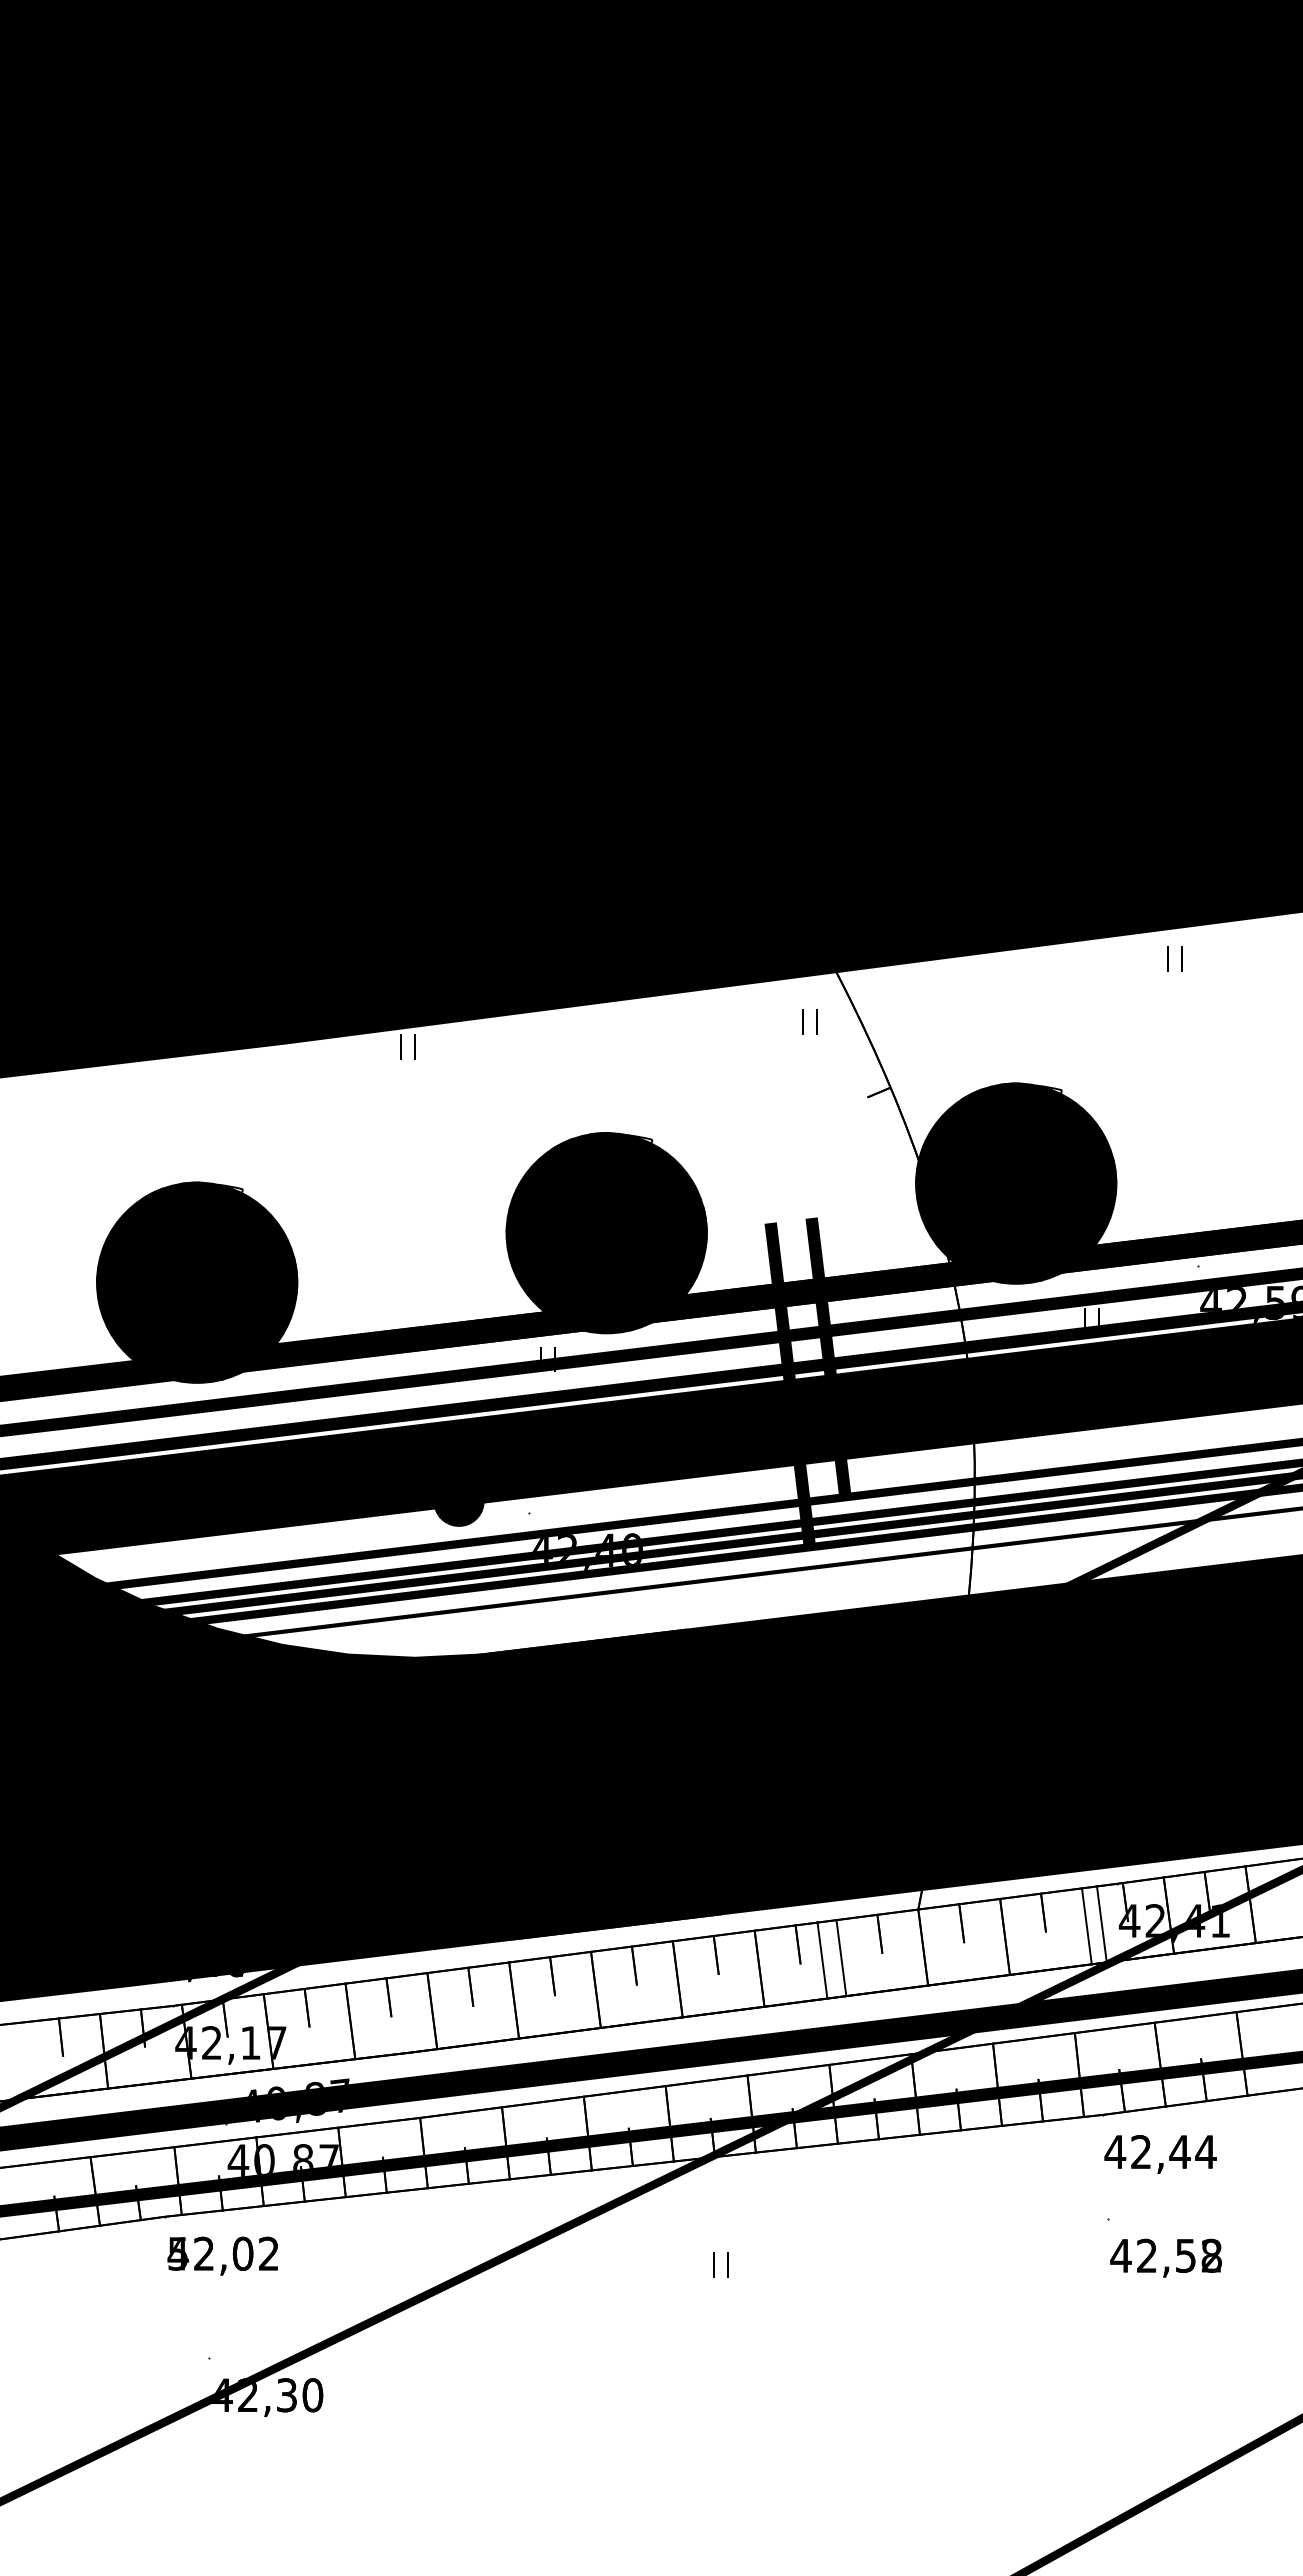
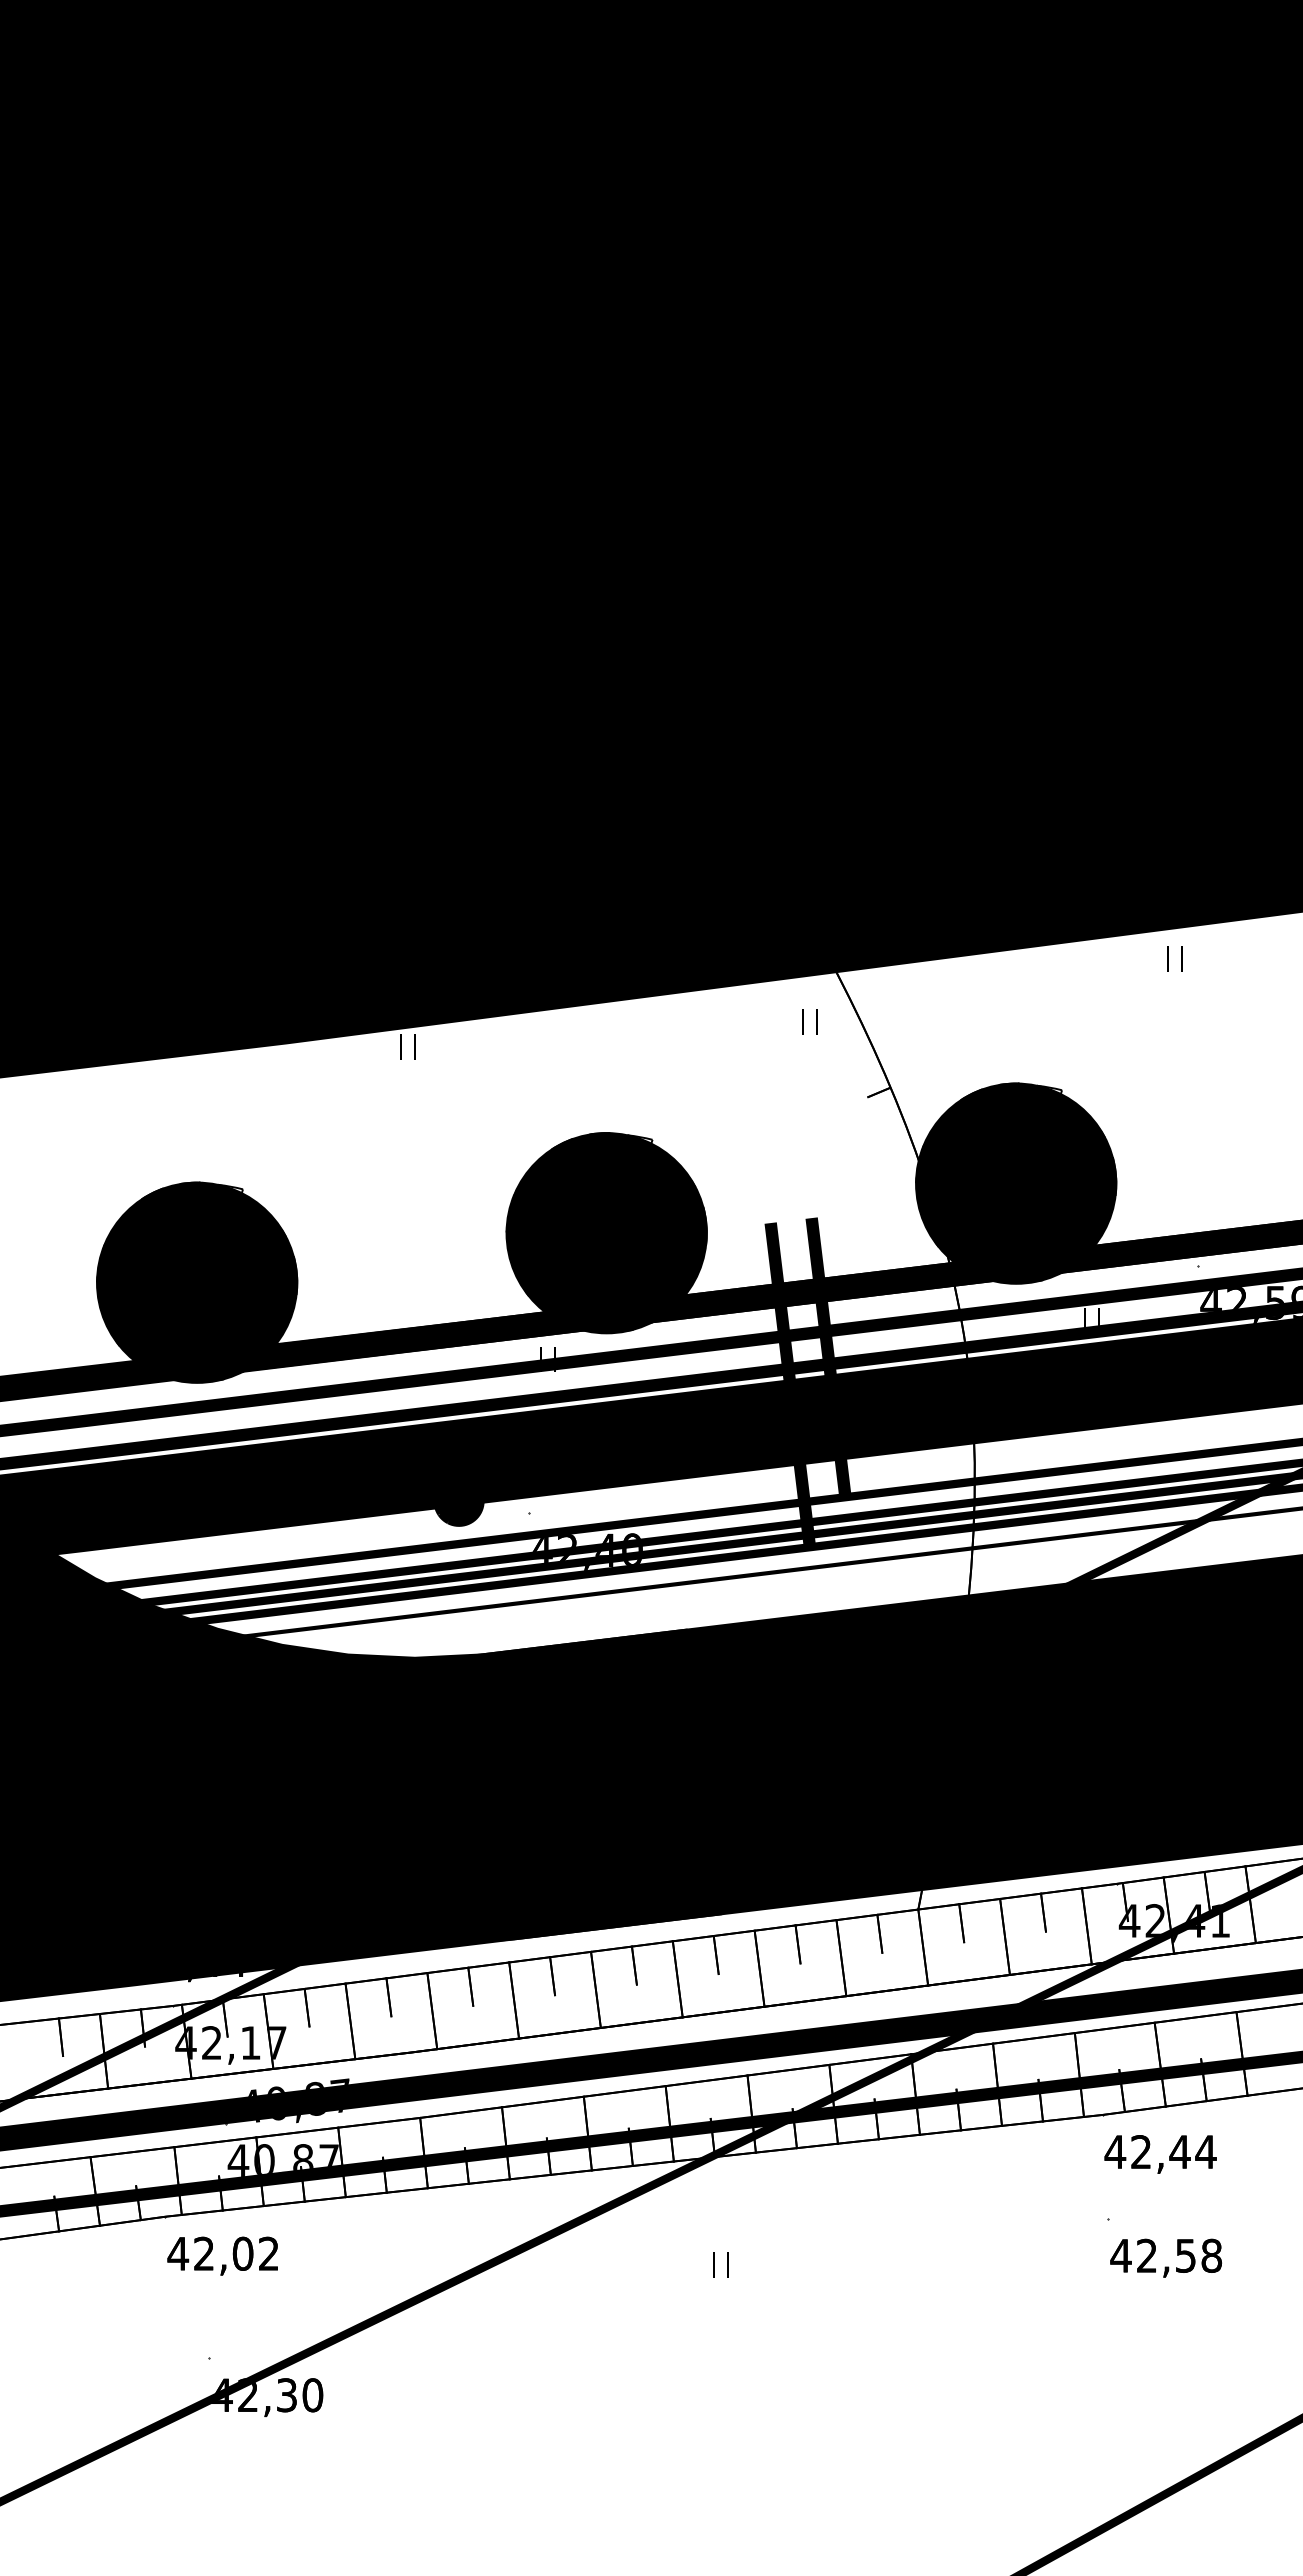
line at (1101, 1924) position: (1101, 1924) -> (1086, 1926)
line at (822, 1960) position: (822, 1960) -> (841, 1958)
text at (236, 1975): 62,40 -> 42,44
text at (177, 2253): 52,02 -> 42,02
text at (1211, 2255): 42,52 -> 42,58
